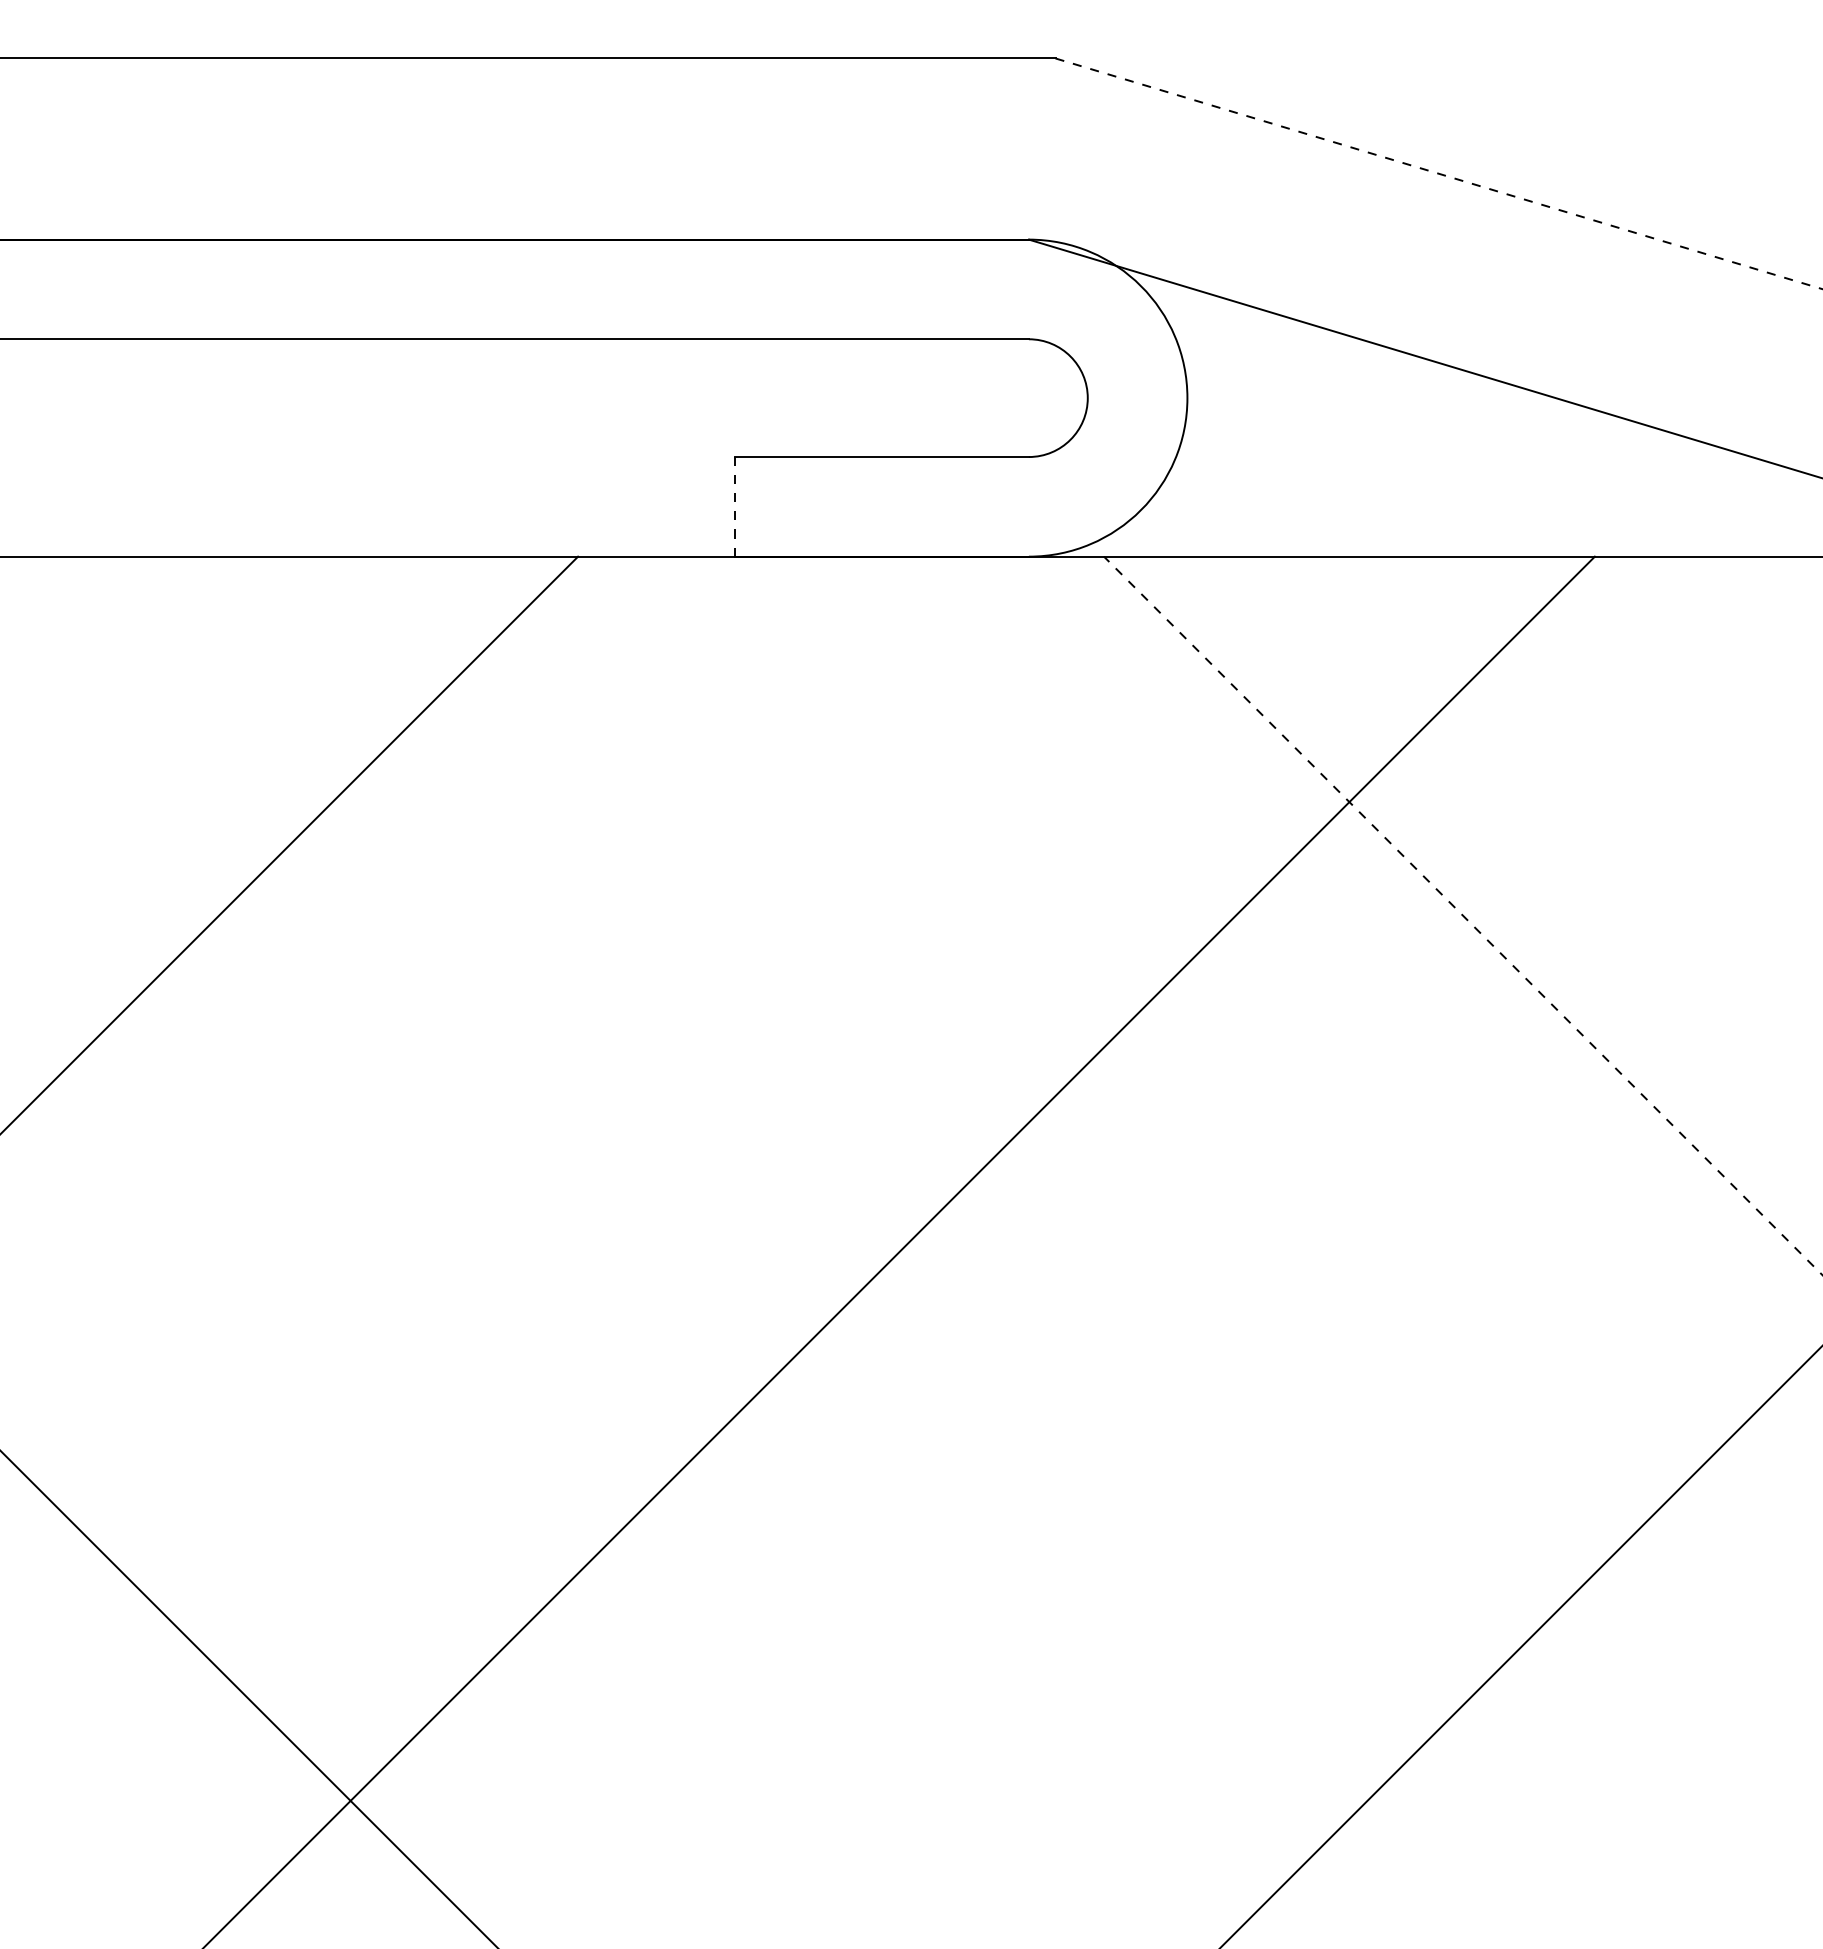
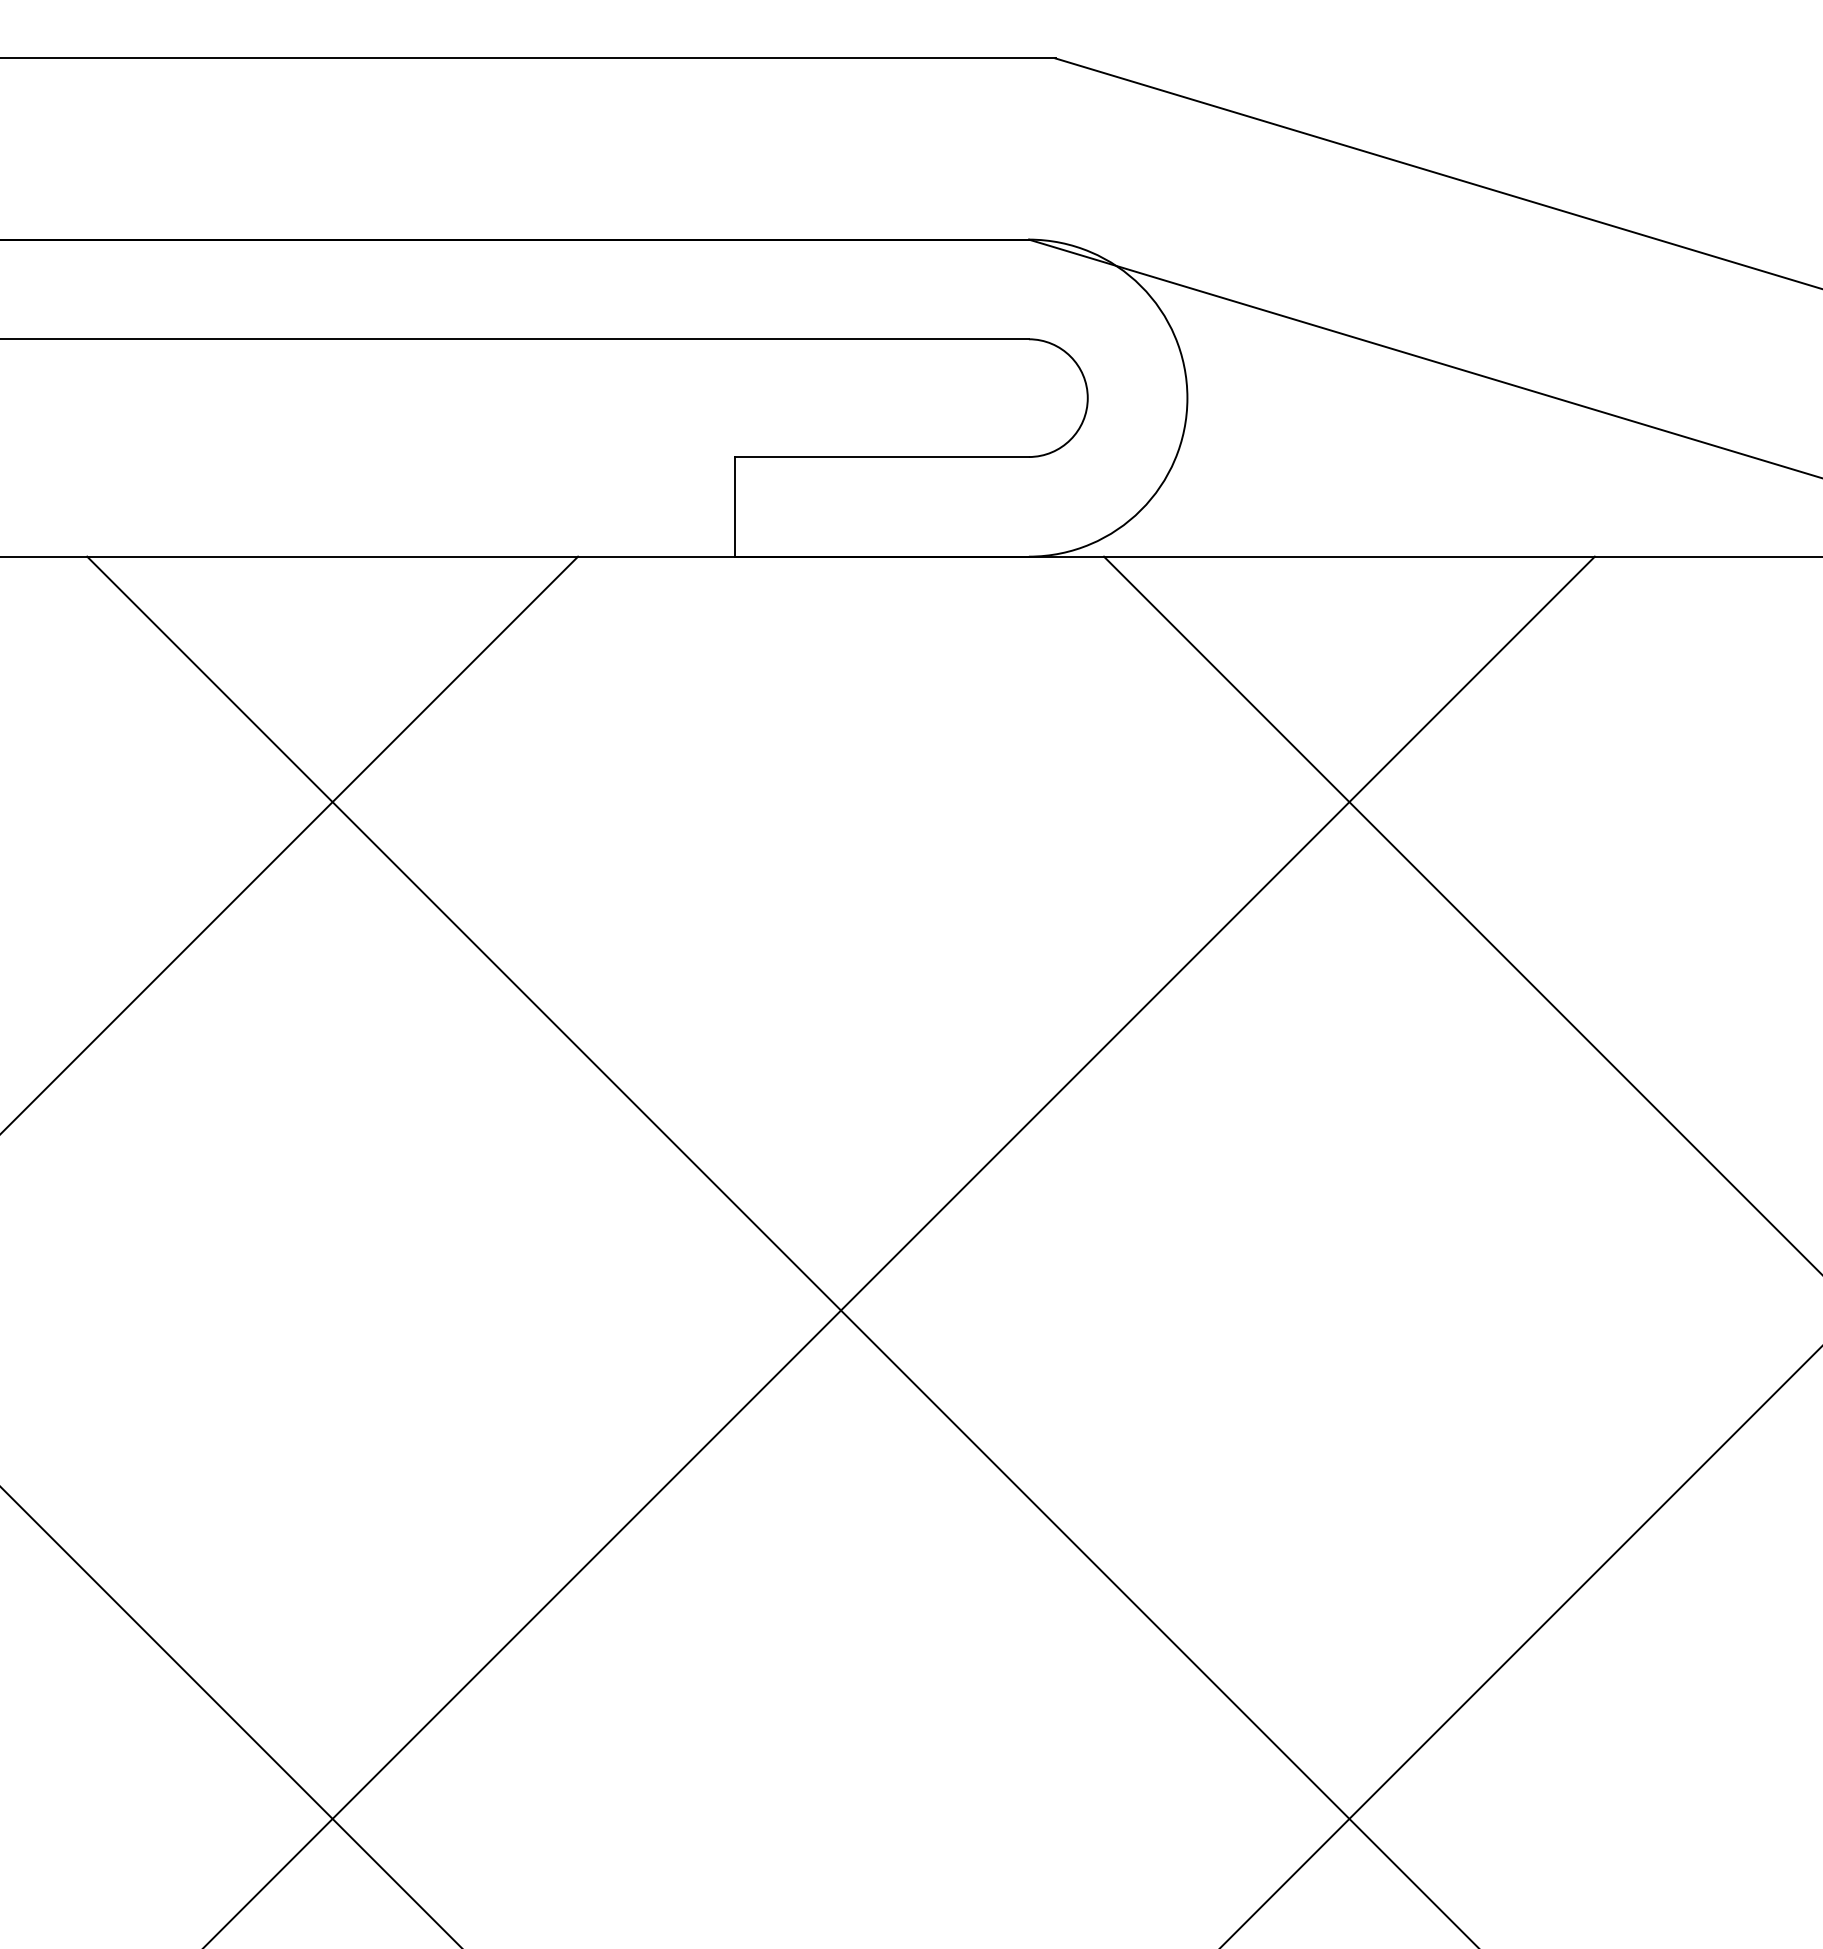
line at (1439, 173): dashed -> solid
line at (734, 506): dashed -> solid
line at (1463, 915): dashed -> solid
line at (781, 1250): none -> present
line at (248, 1698) position: (248, 1698) -> (230, 1716)
